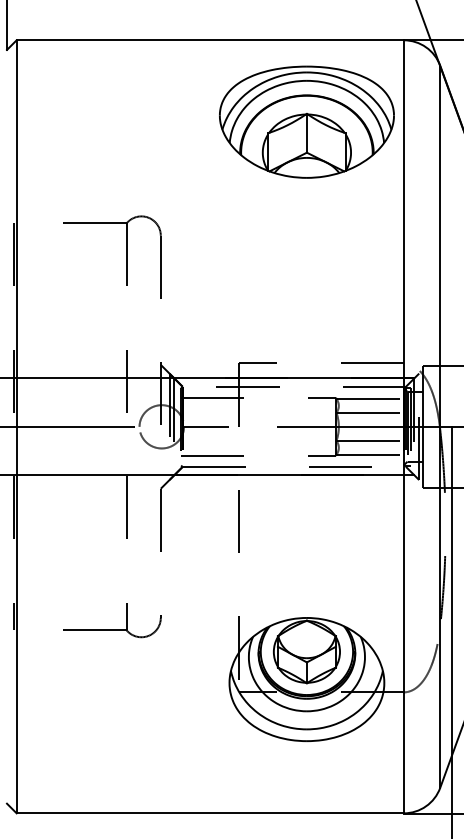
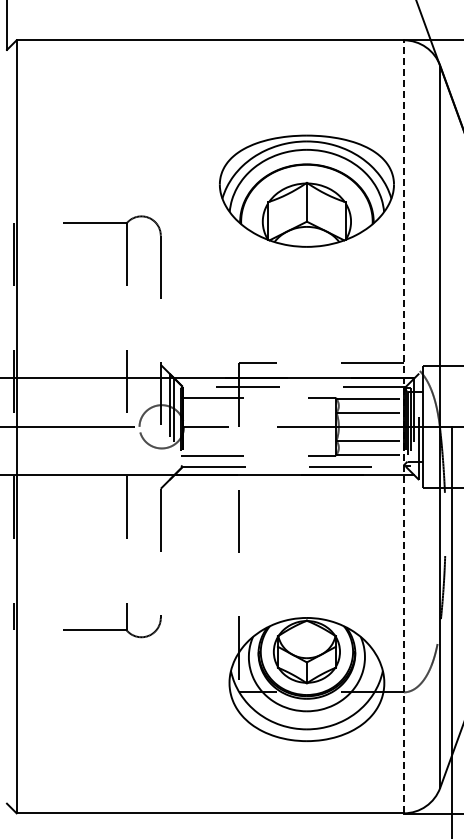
part at (306, 121) position: (306, 121) -> (306, 190)
line at (403, 426): solid -> dashed
